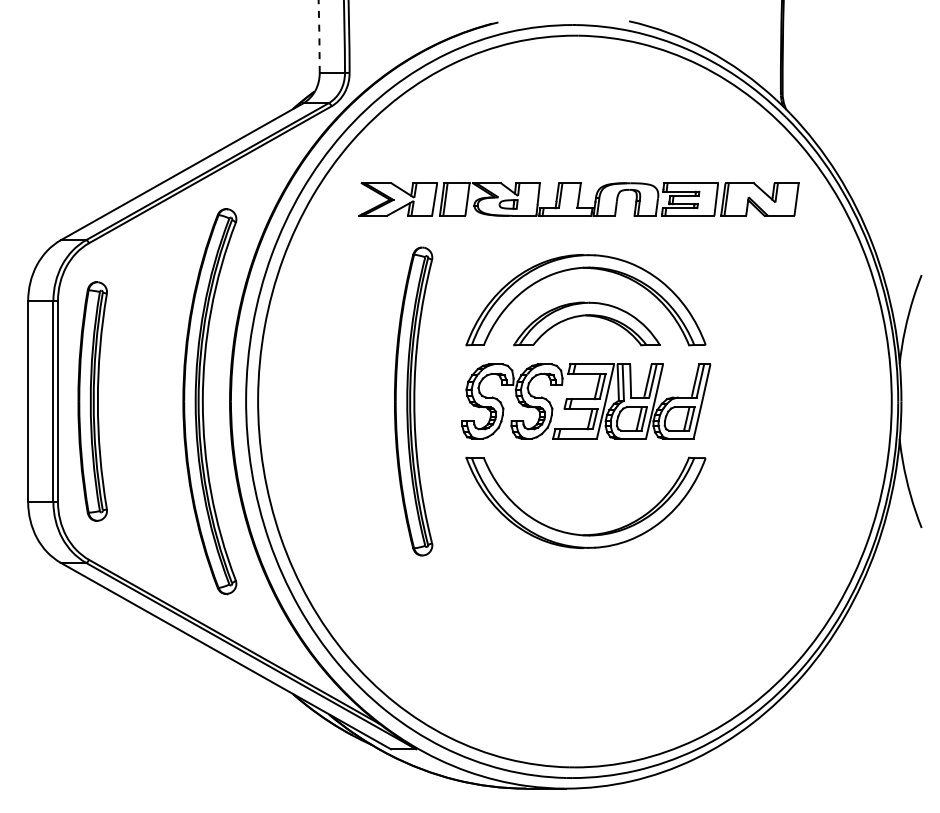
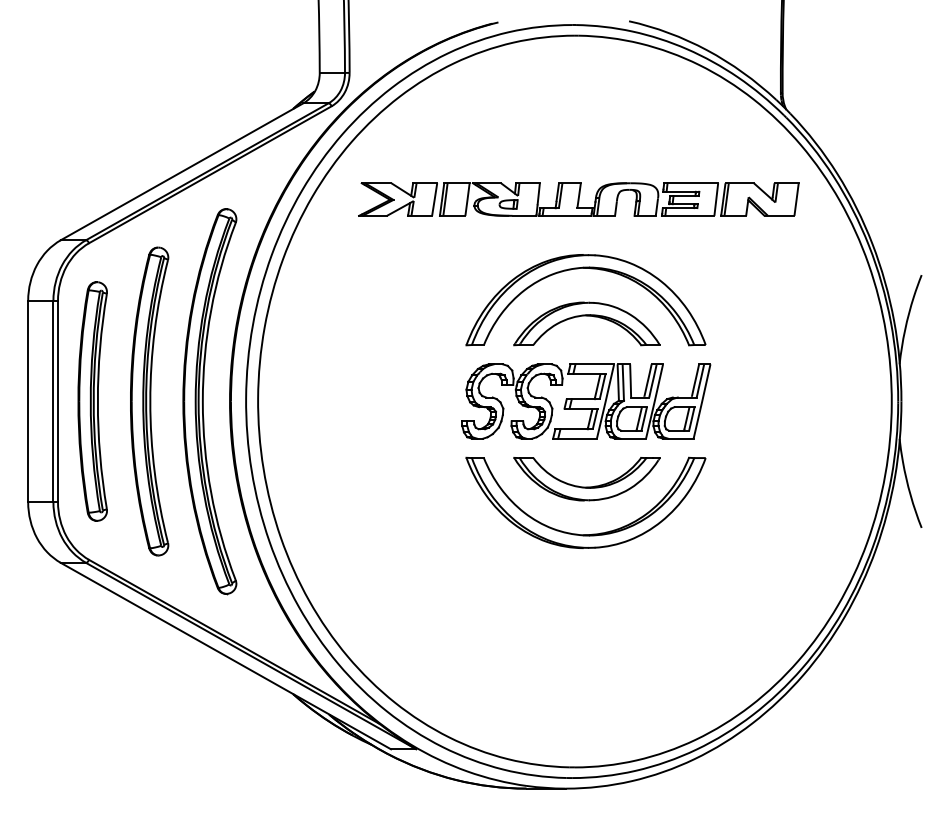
arc at (319, 35): dashed -> solid
part at (413, 401) position: (413, 401) -> (149, 401)
part at (586, 486): none -> present
